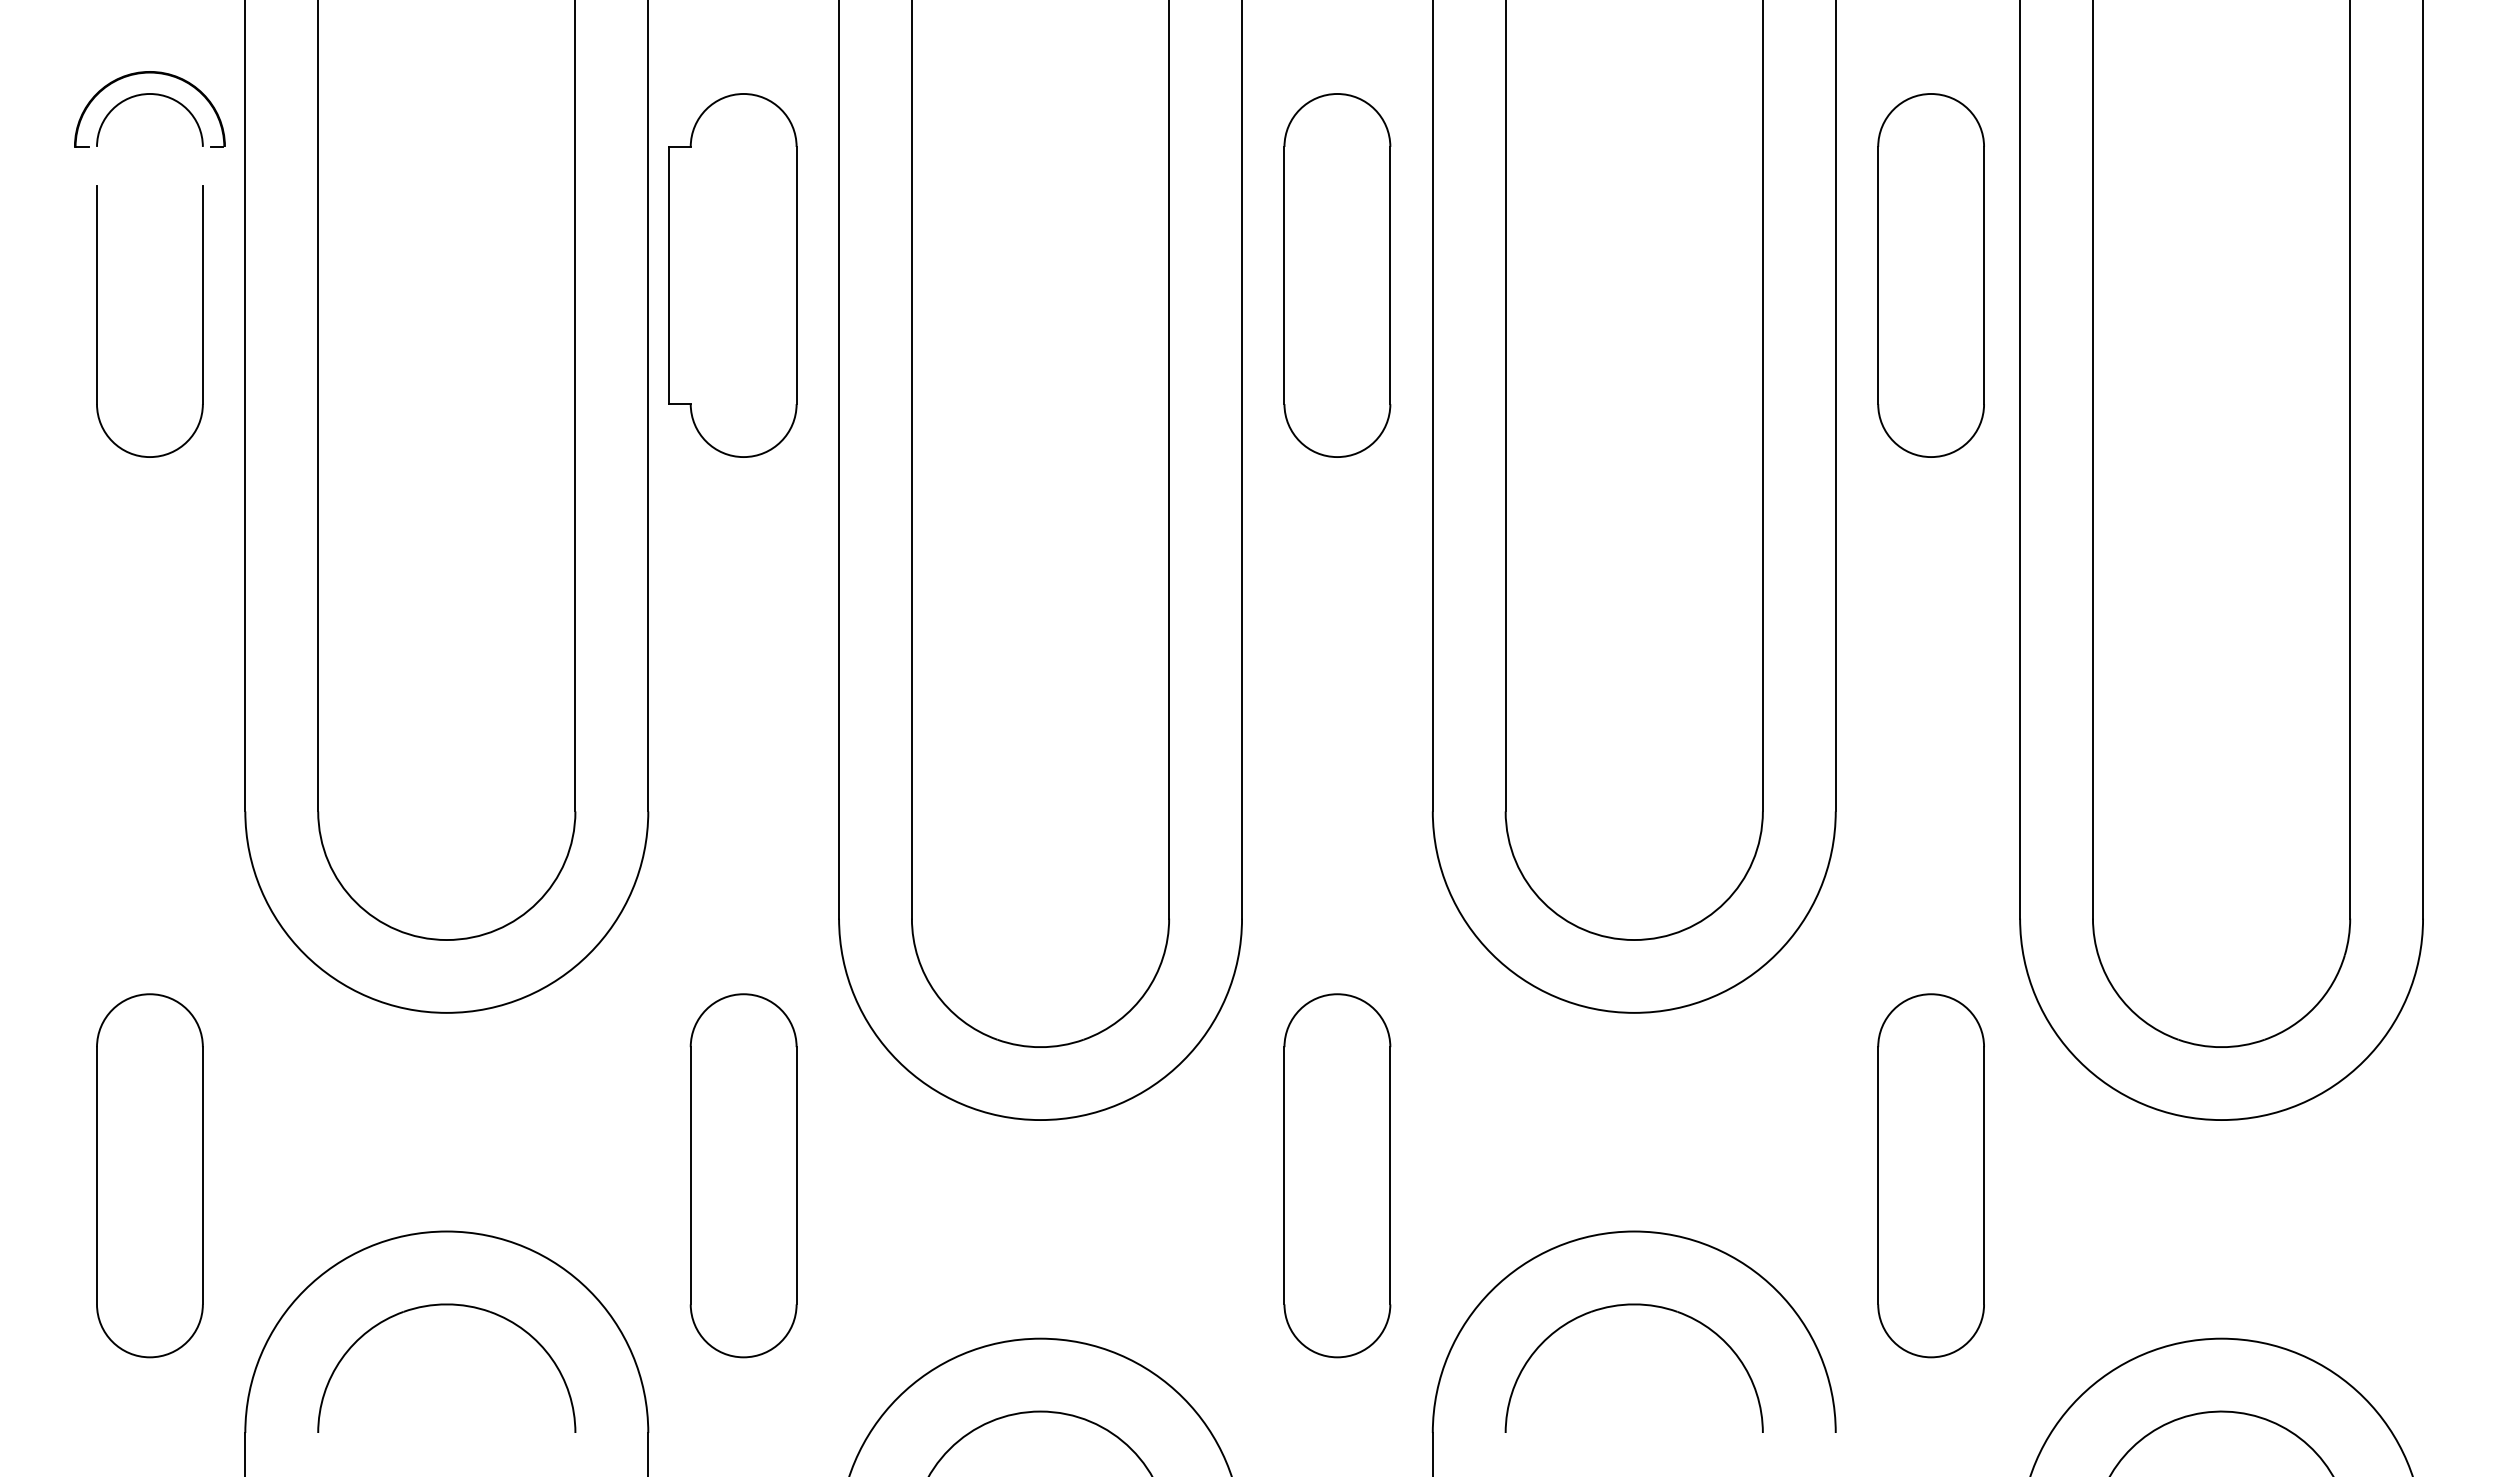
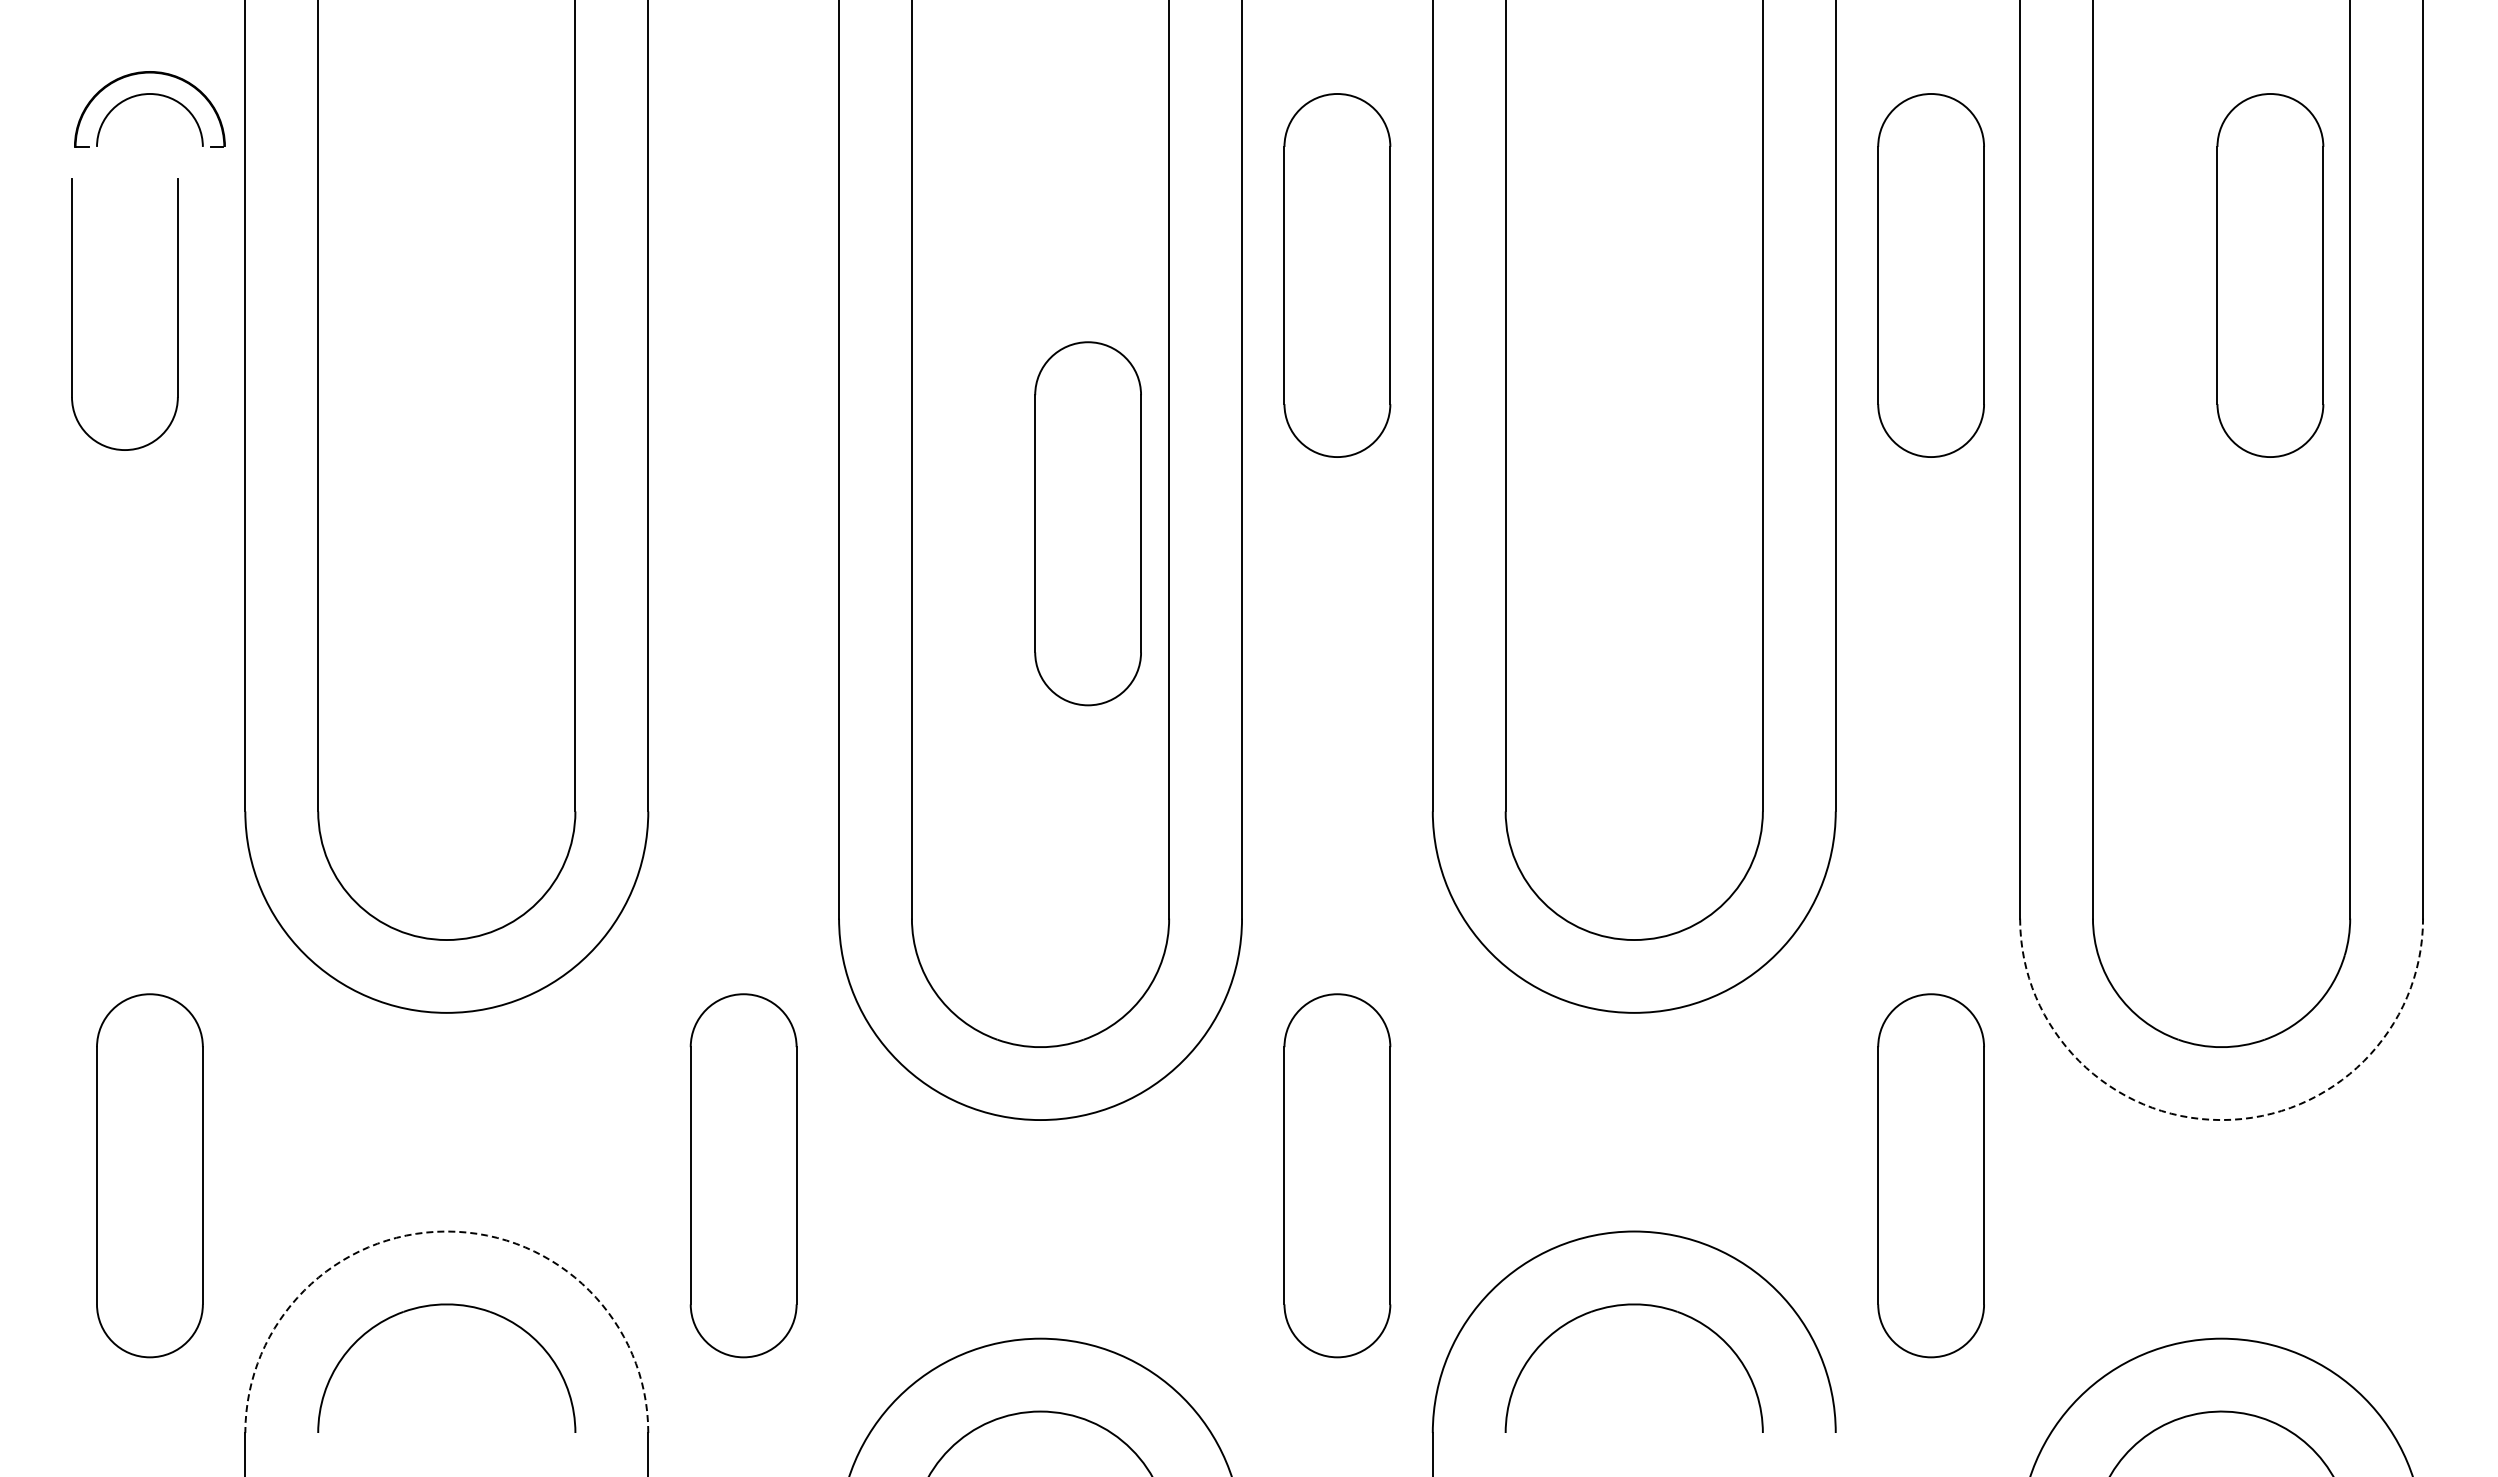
part at (732, 275): present -> none
part at (2270, 275): none -> present
part at (97, 321) position: (97, 321) -> (72, 314)
part at (1087, 523): none -> present
arc at (2221, 1120): solid -> dashed
arc at (446, 1231): solid -> dashed
